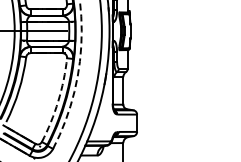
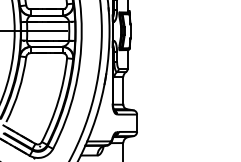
arc at (77, 75): dashed -> solid
arc at (58, 101): dashed -> solid
